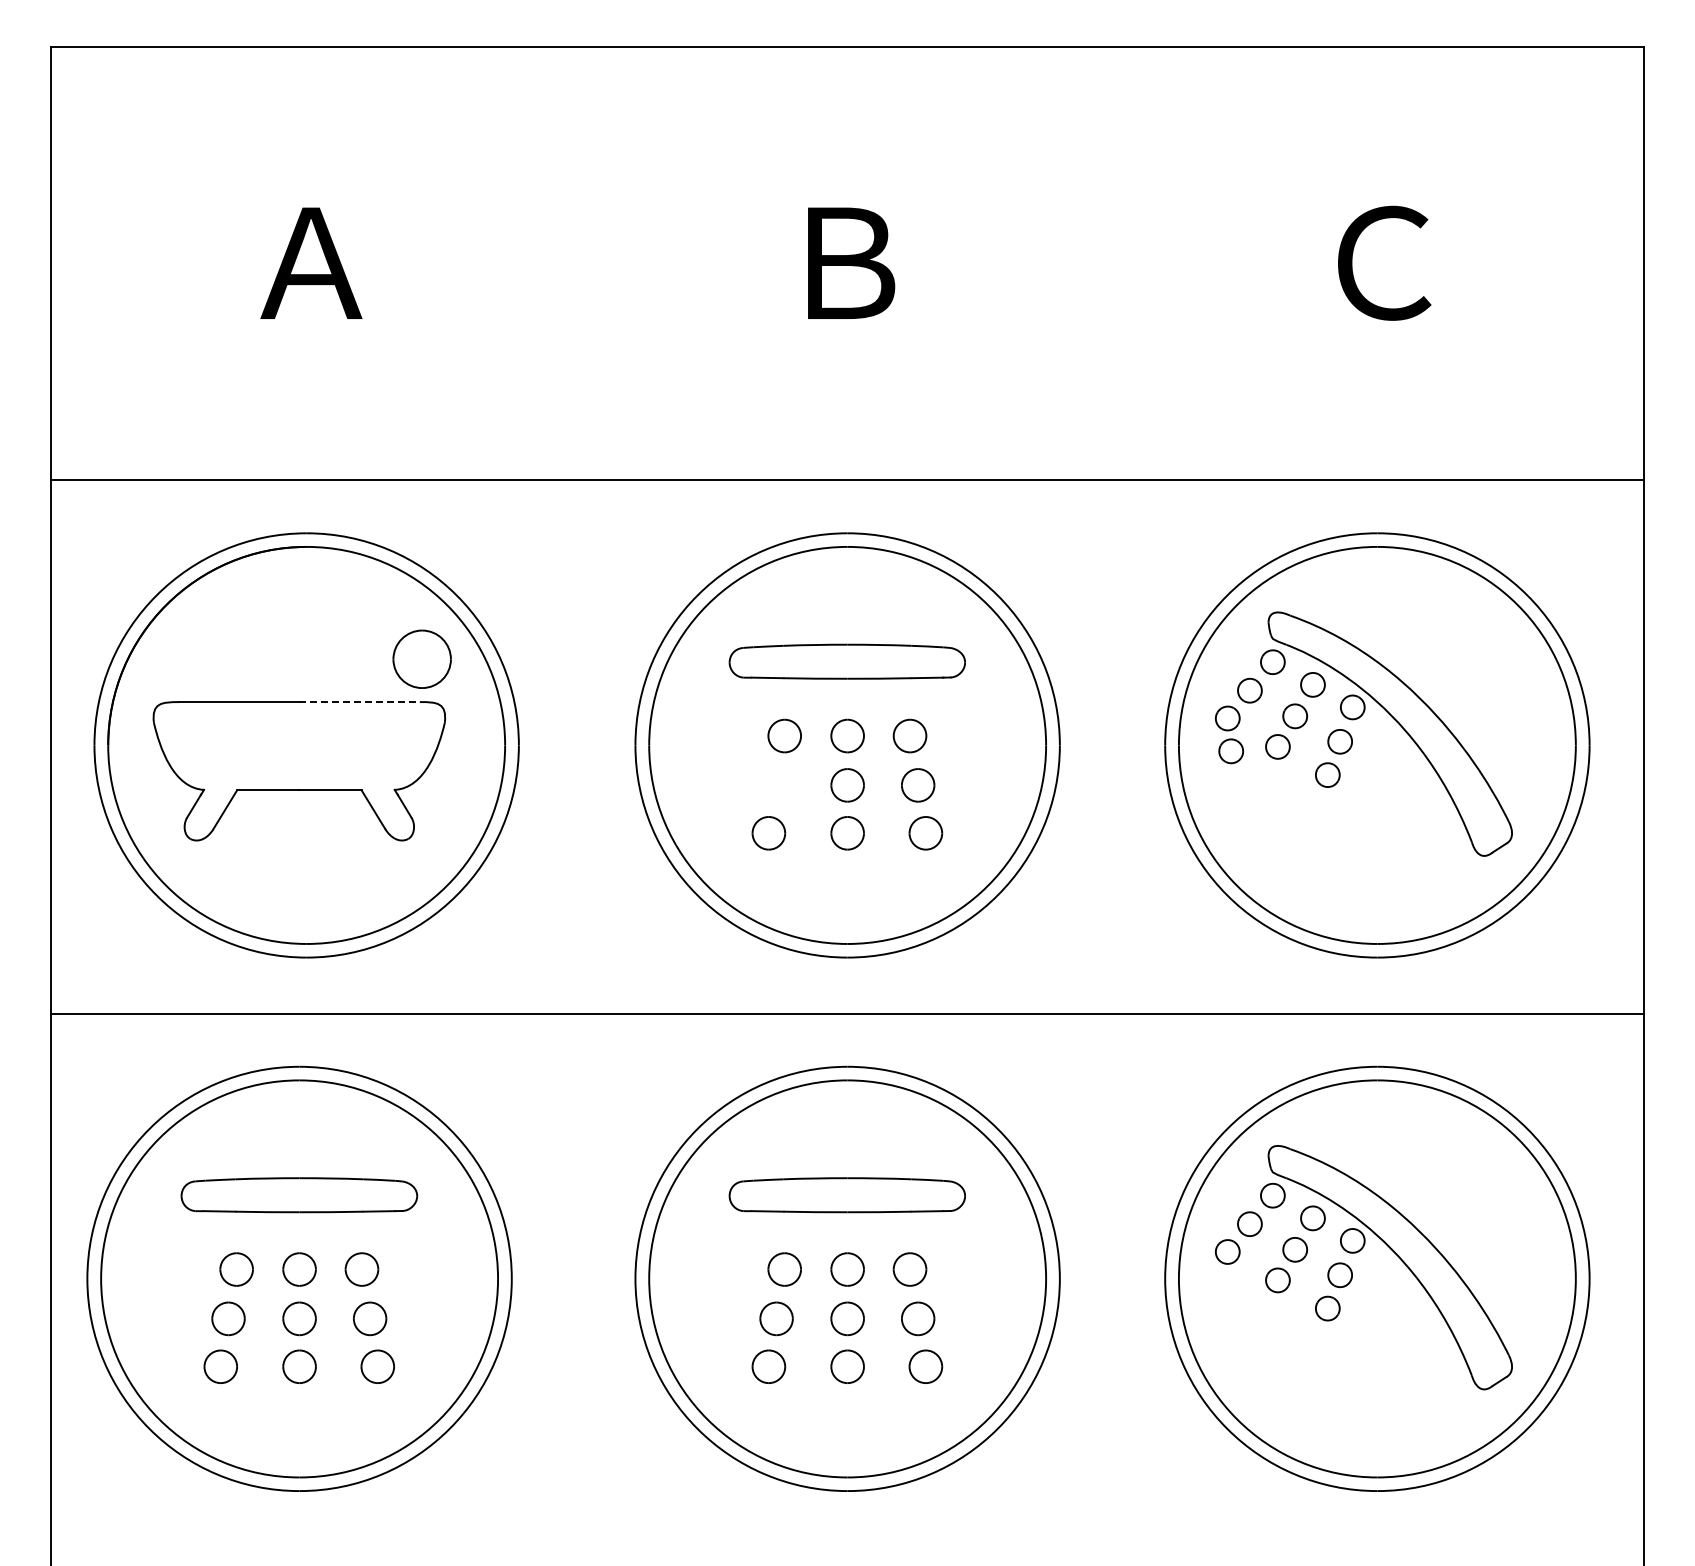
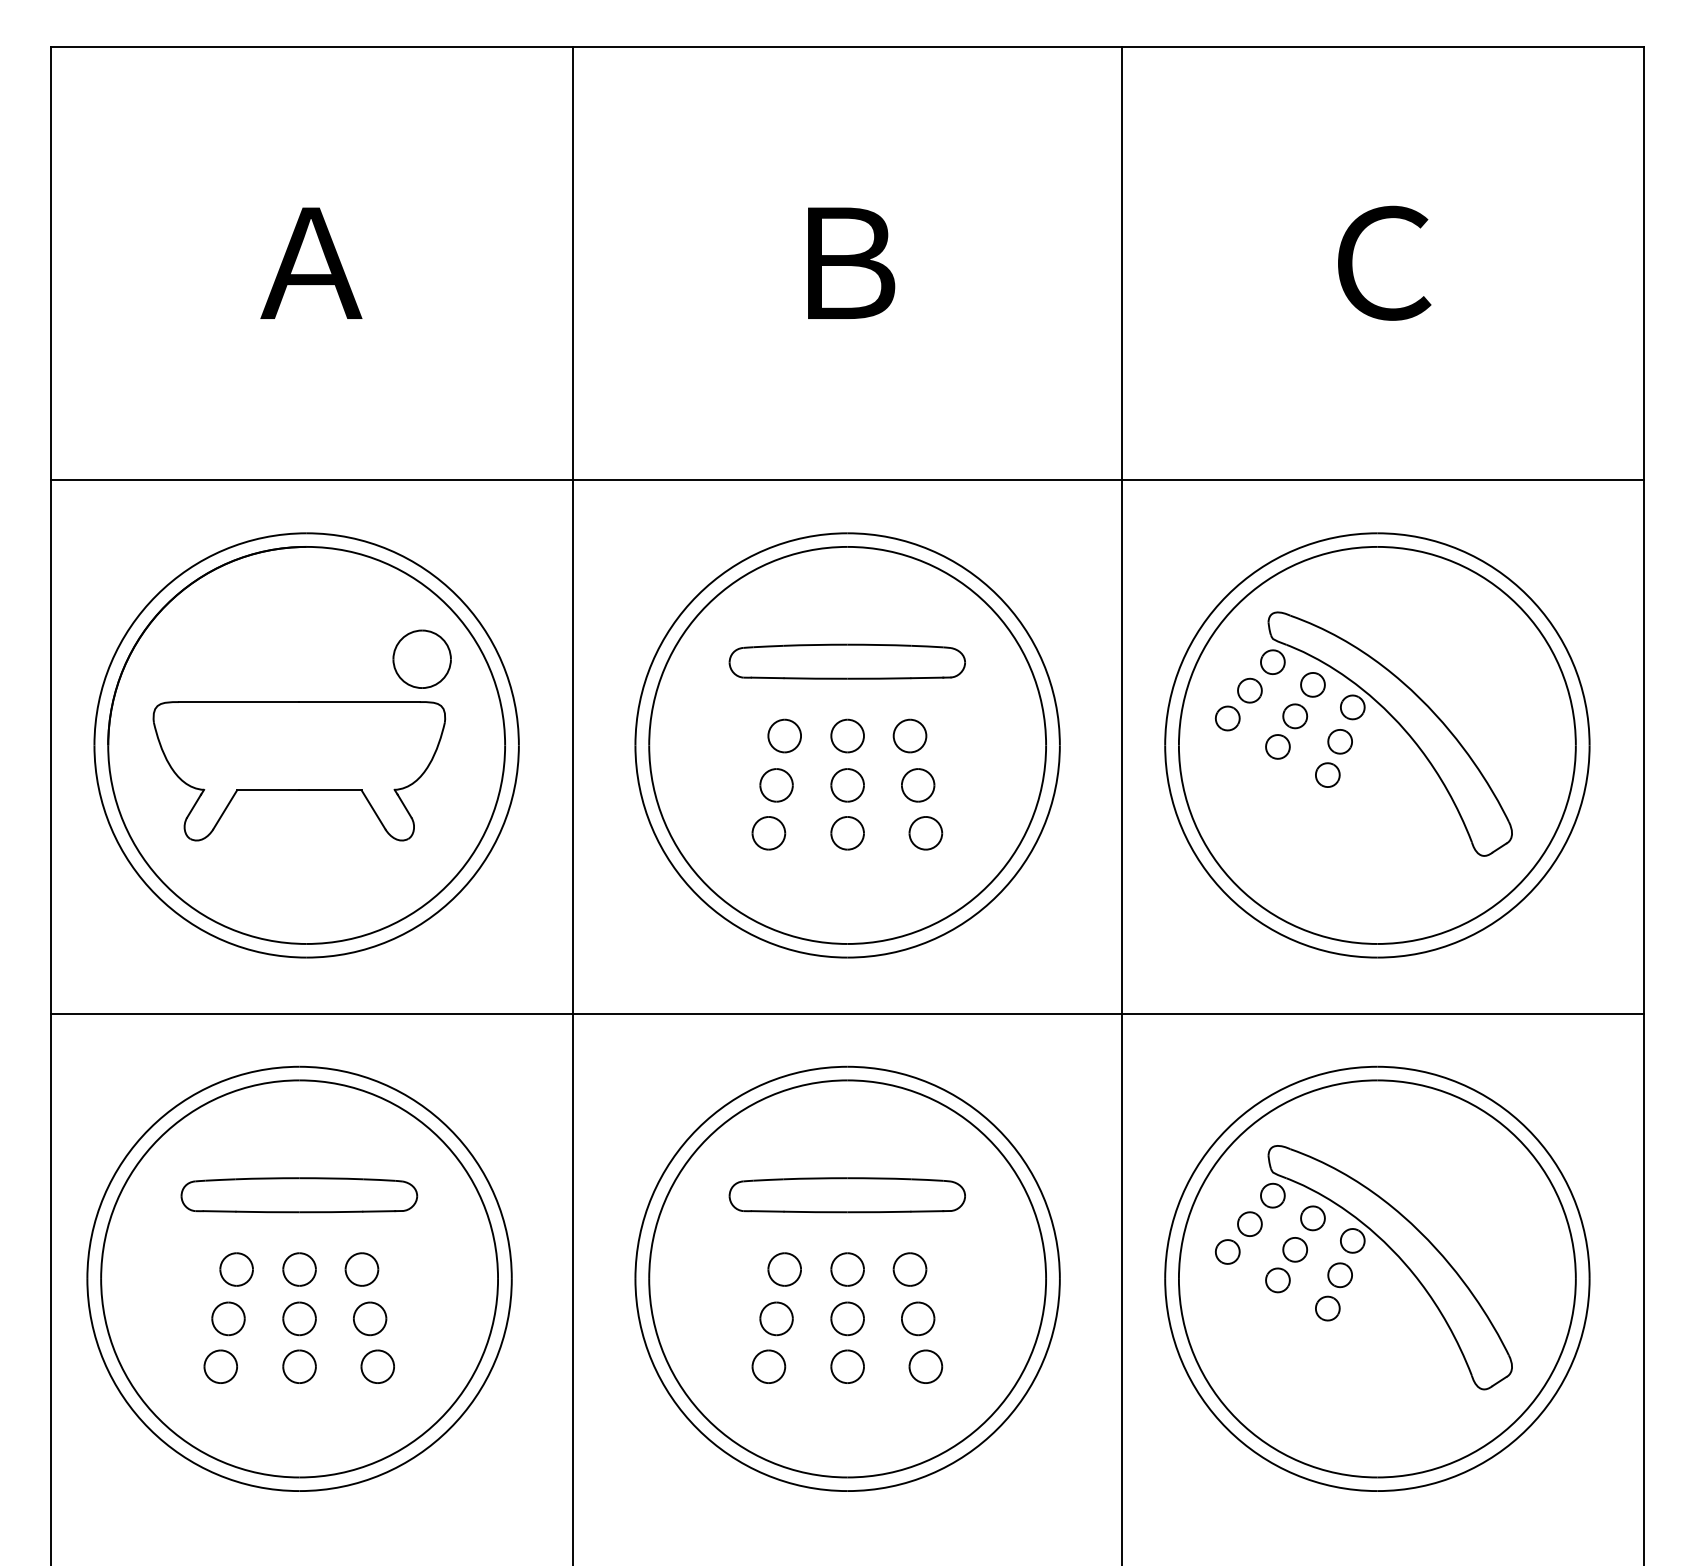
line at (359, 702): dashed -> solid
part at (1231, 751): present -> none
part at (776, 785): none -> present
line at (573, 804): none -> present
line at (1121, 804): none -> present
